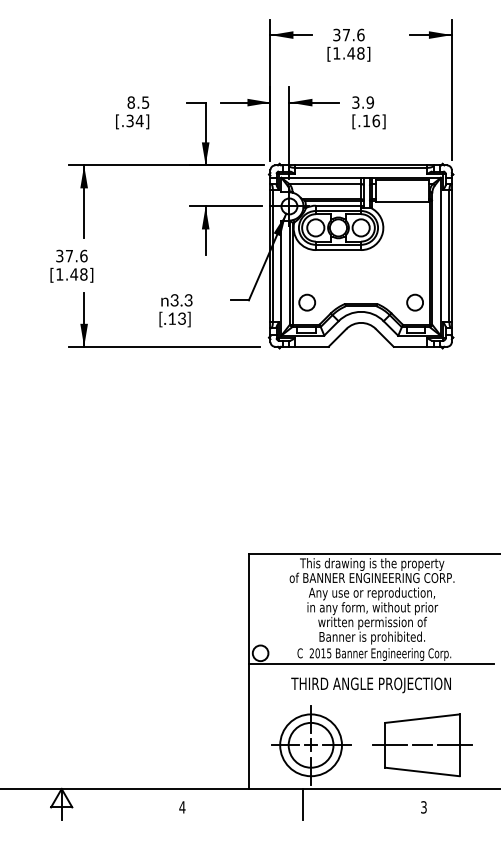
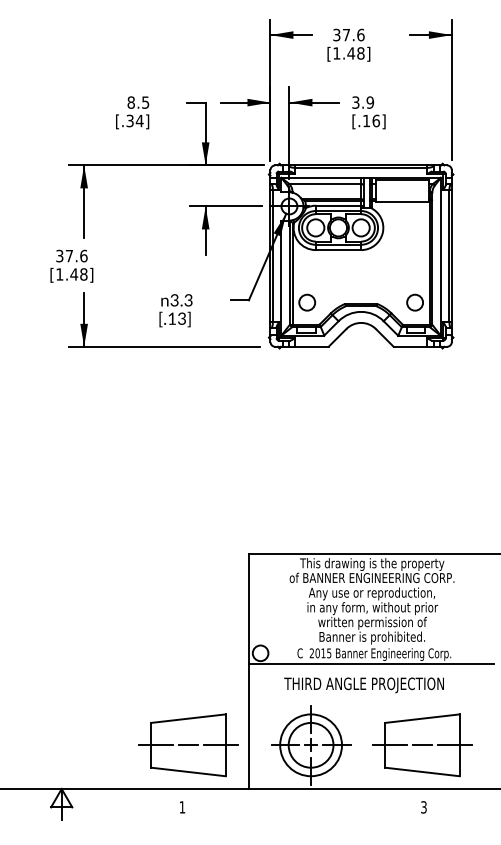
text at (370, 685) position: (370, 685) -> (363, 685)
part at (188, 745): none -> present
line at (303, 804): present -> none
text at (182, 807): 4 -> 1
